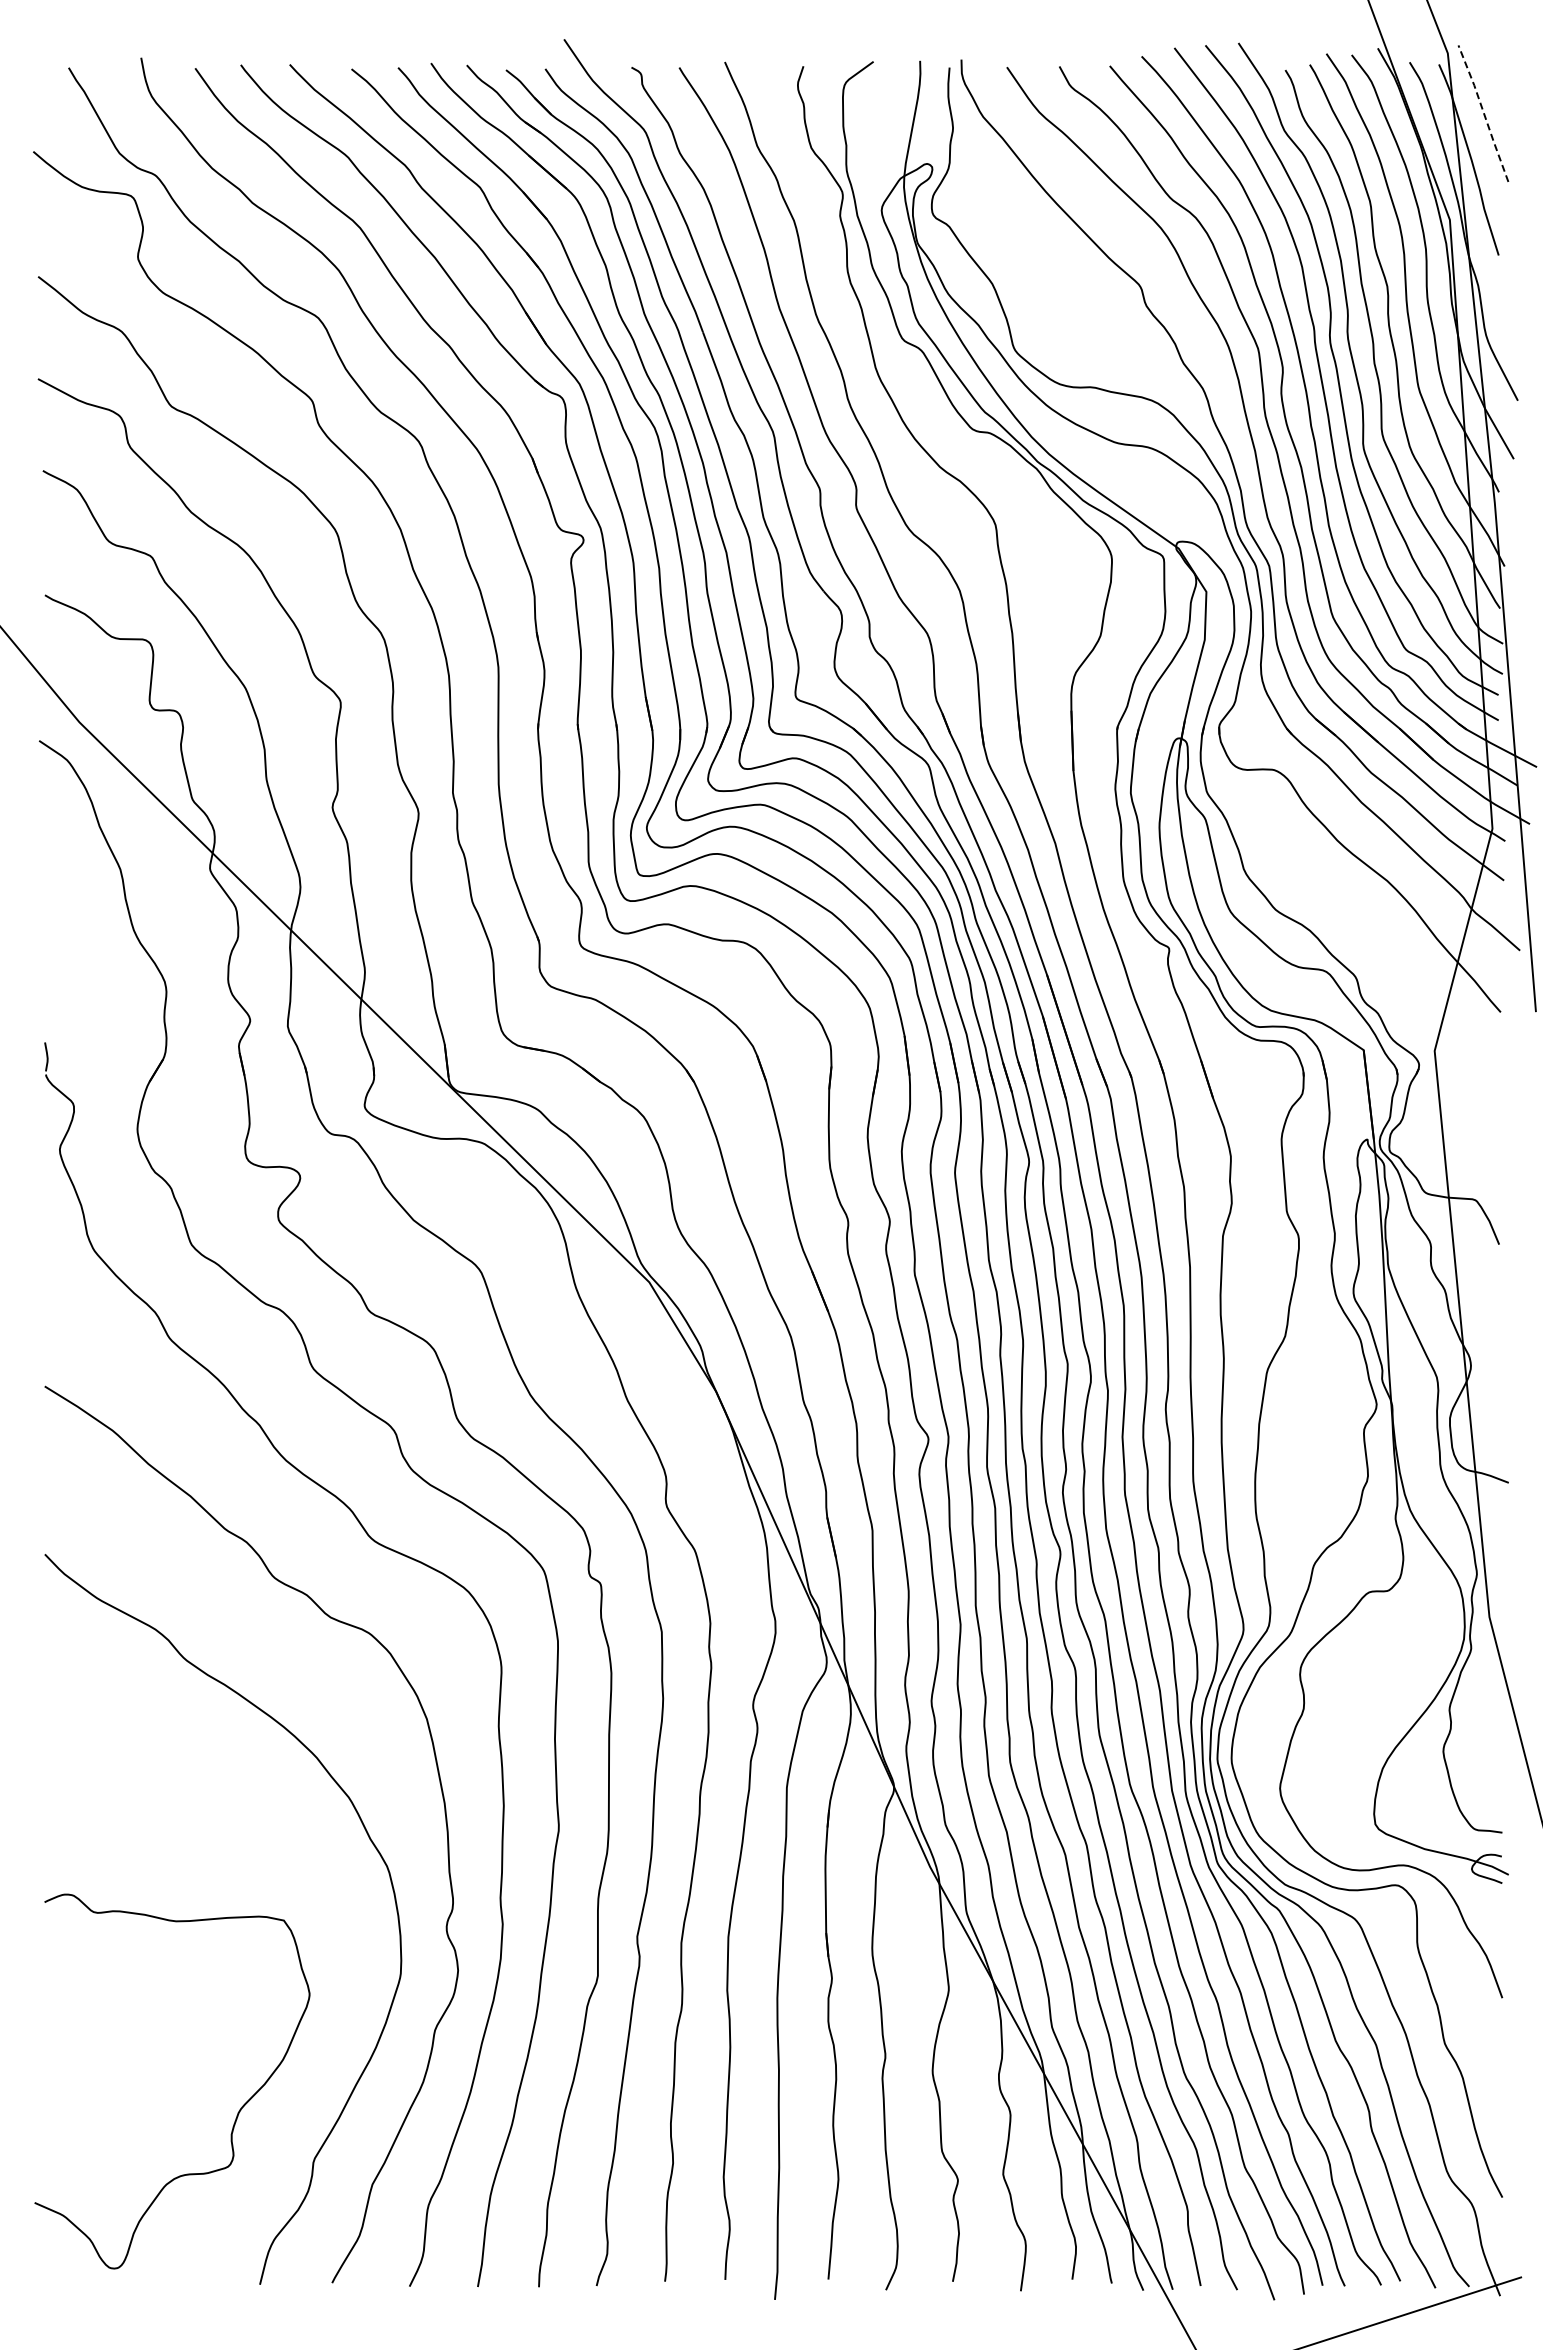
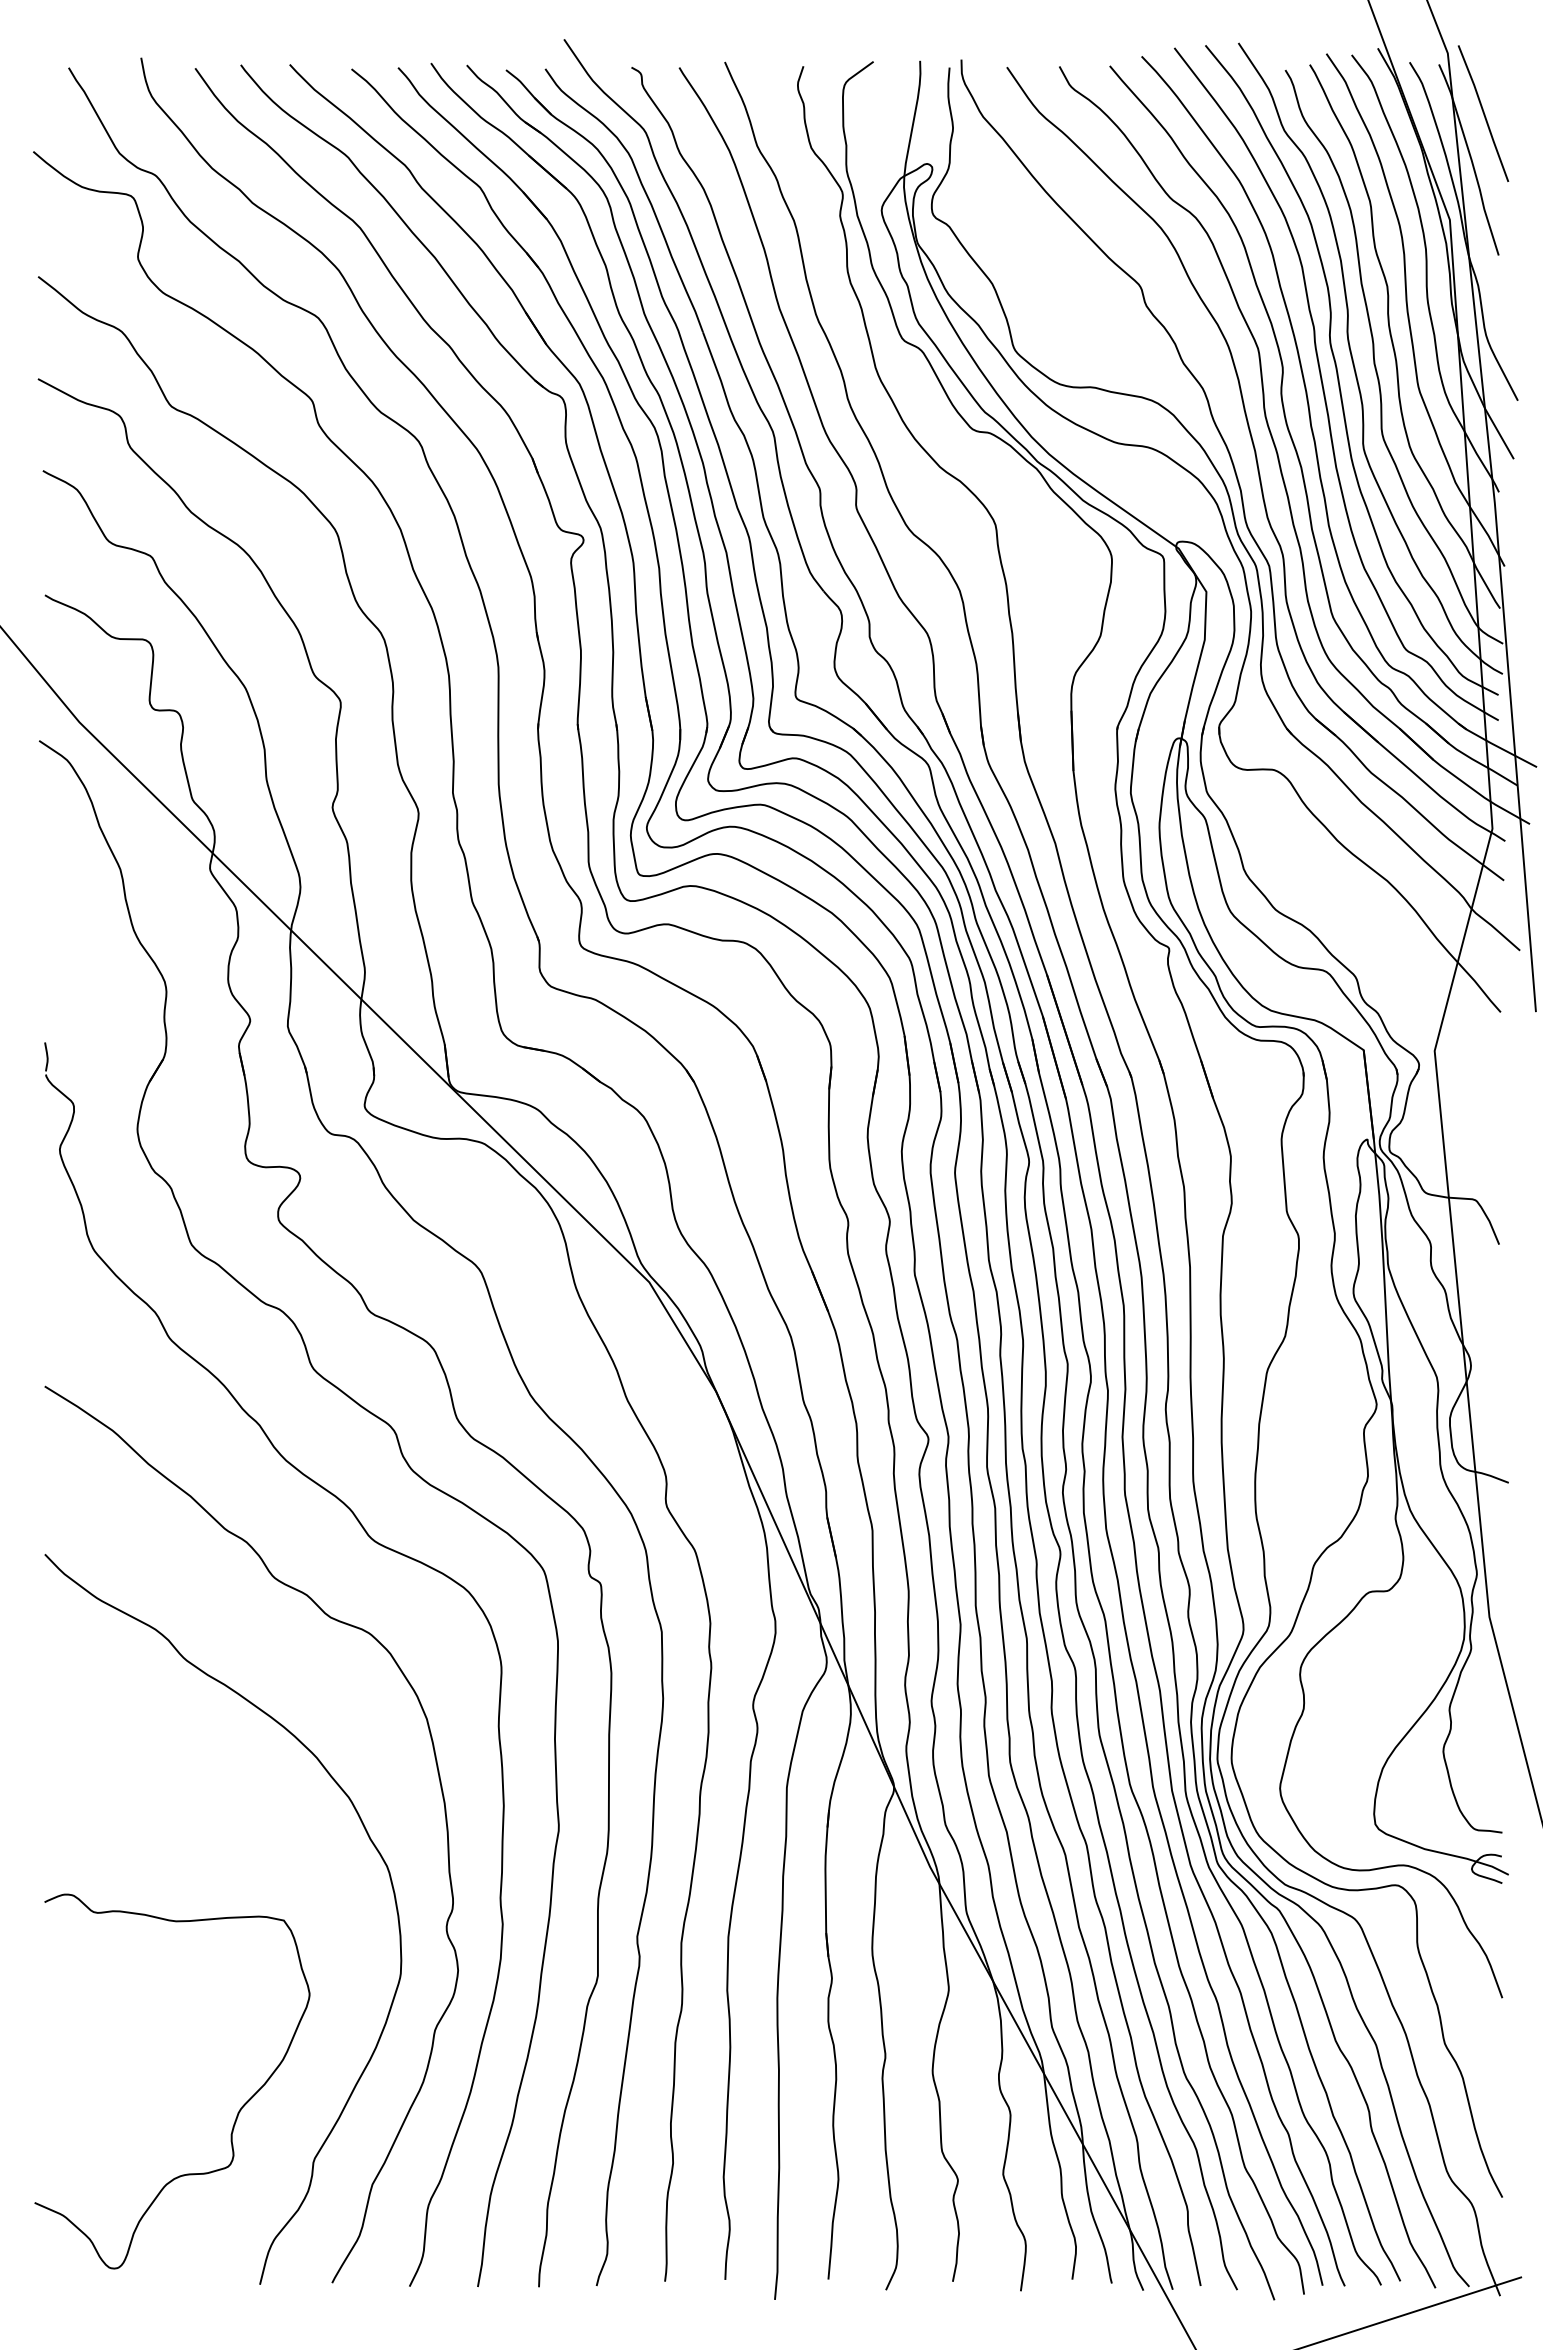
line at (1483, 113): dashed -> solid
